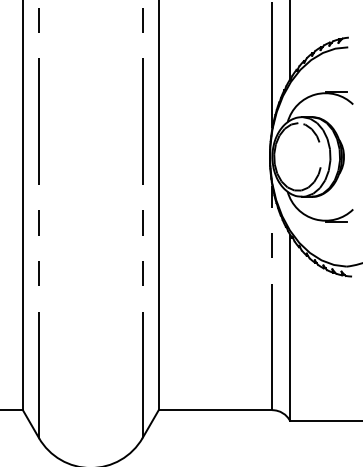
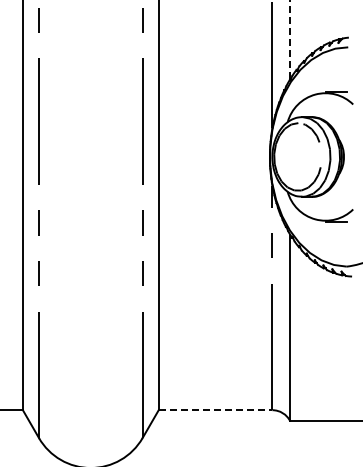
line at (290, 39): solid -> dashed
line at (215, 410): solid -> dashed
